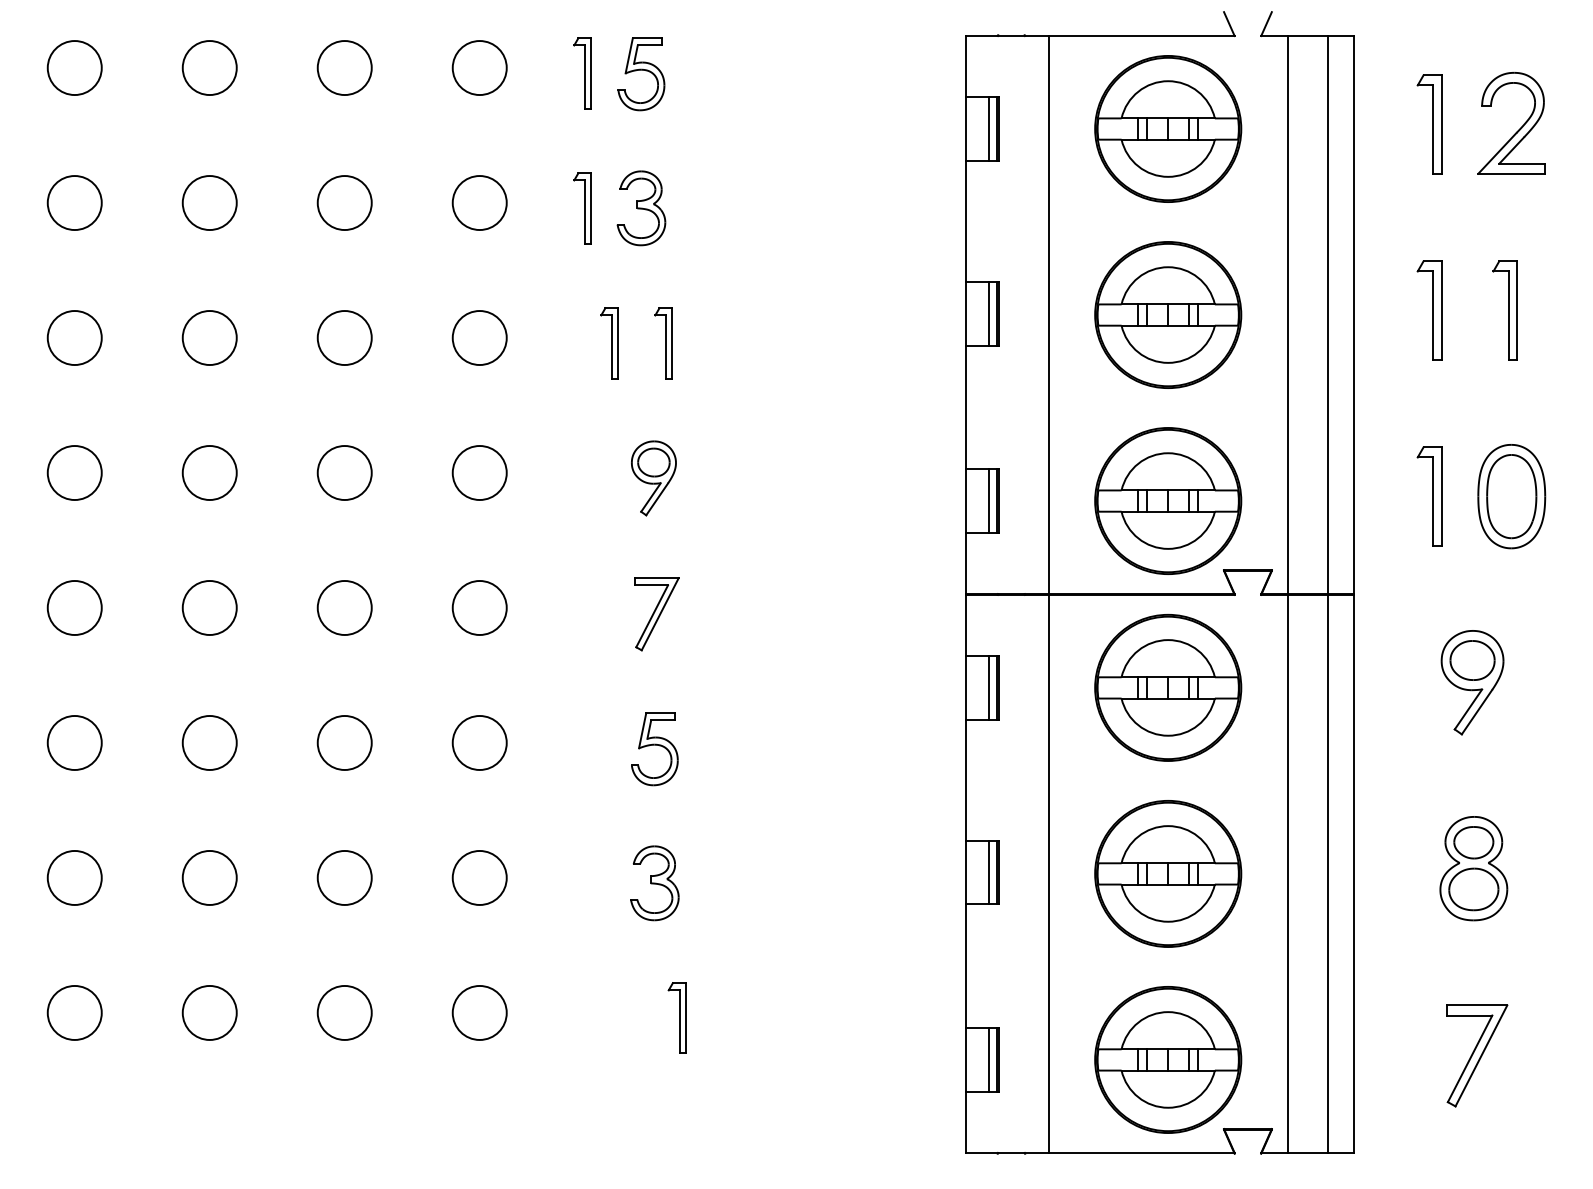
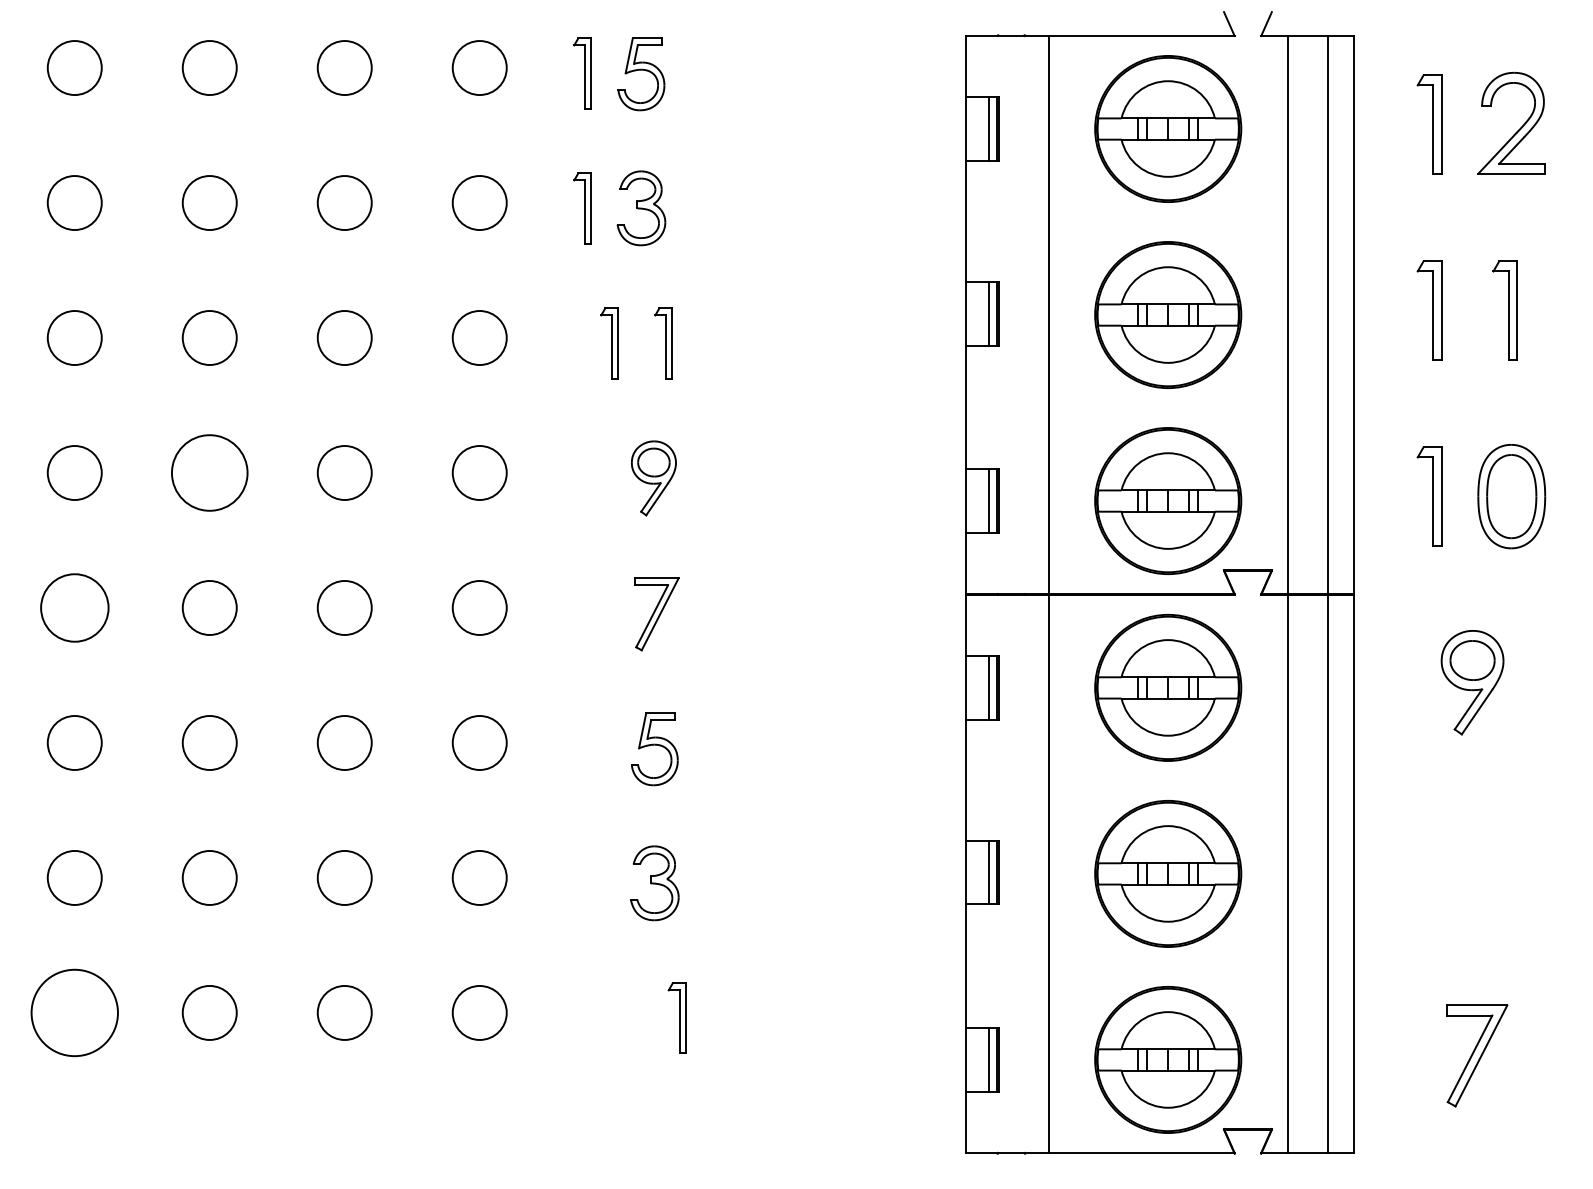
circle at (209, 473) diameter: 54 px -> 76 px
circle at (74, 607) size: 57x56 px -> 70x70 px
part at (1473, 868): present -> none
circle at (74, 1012) diameter: 54 px -> 86 px
